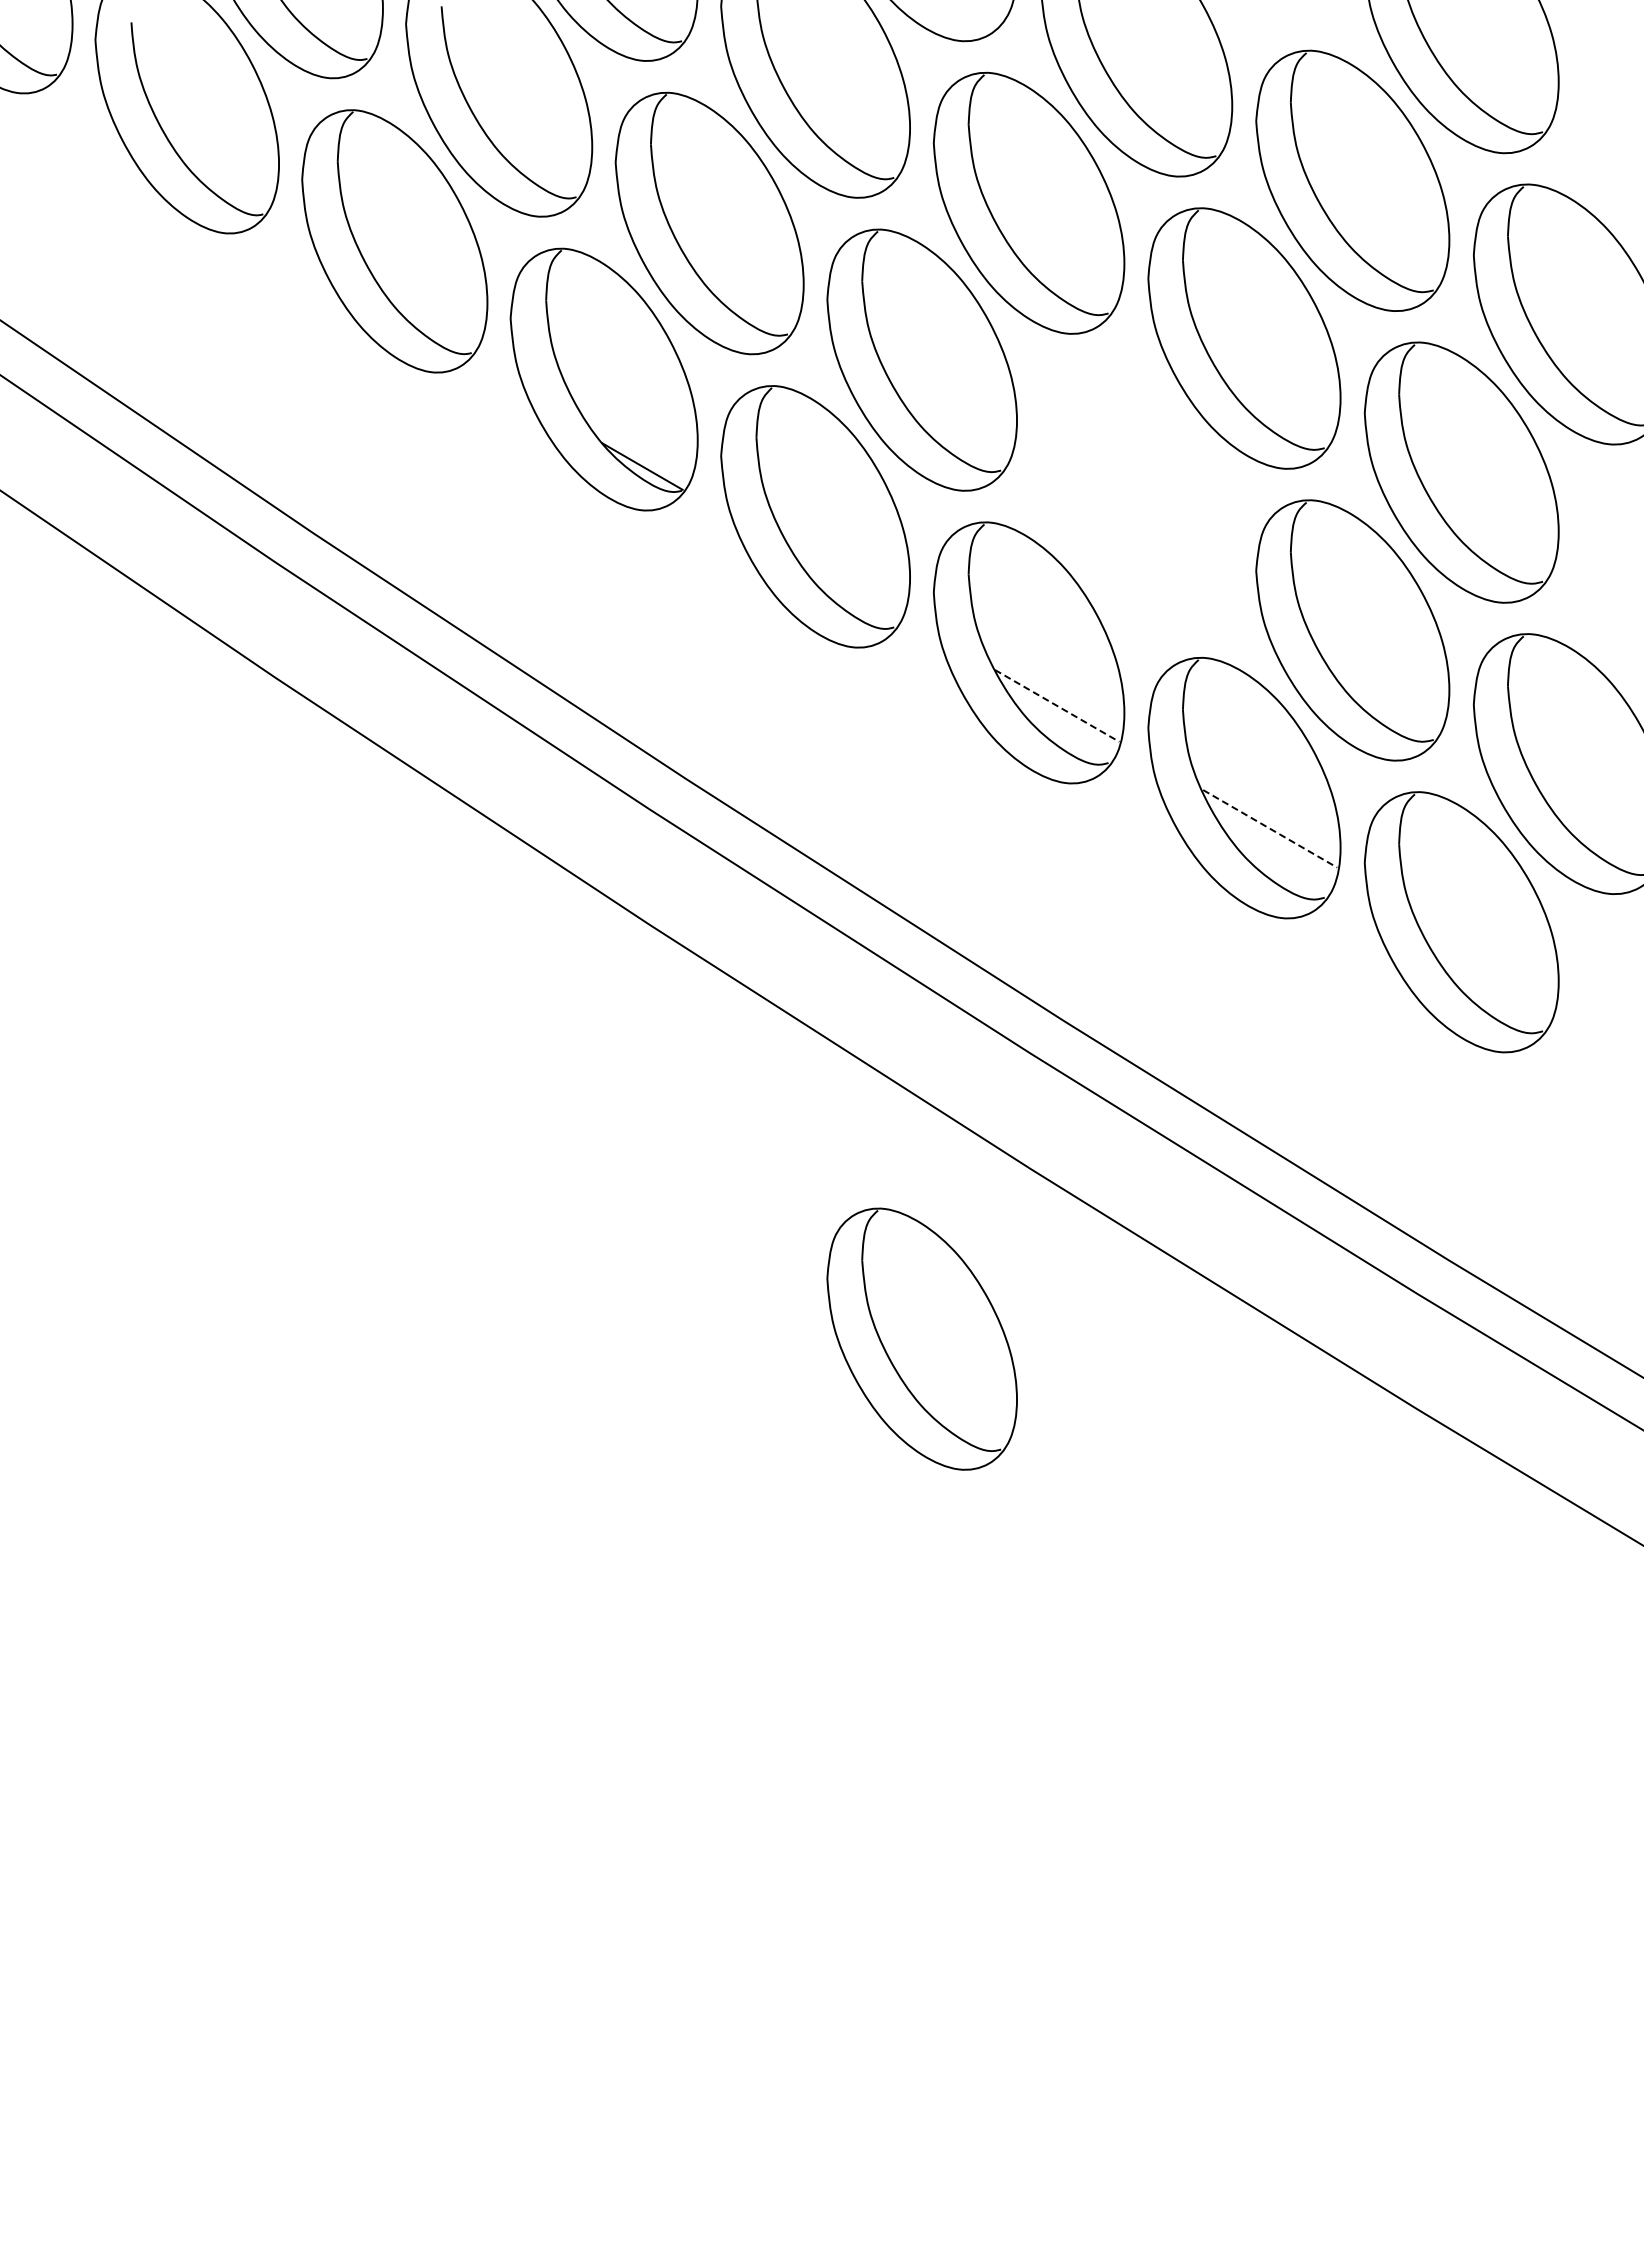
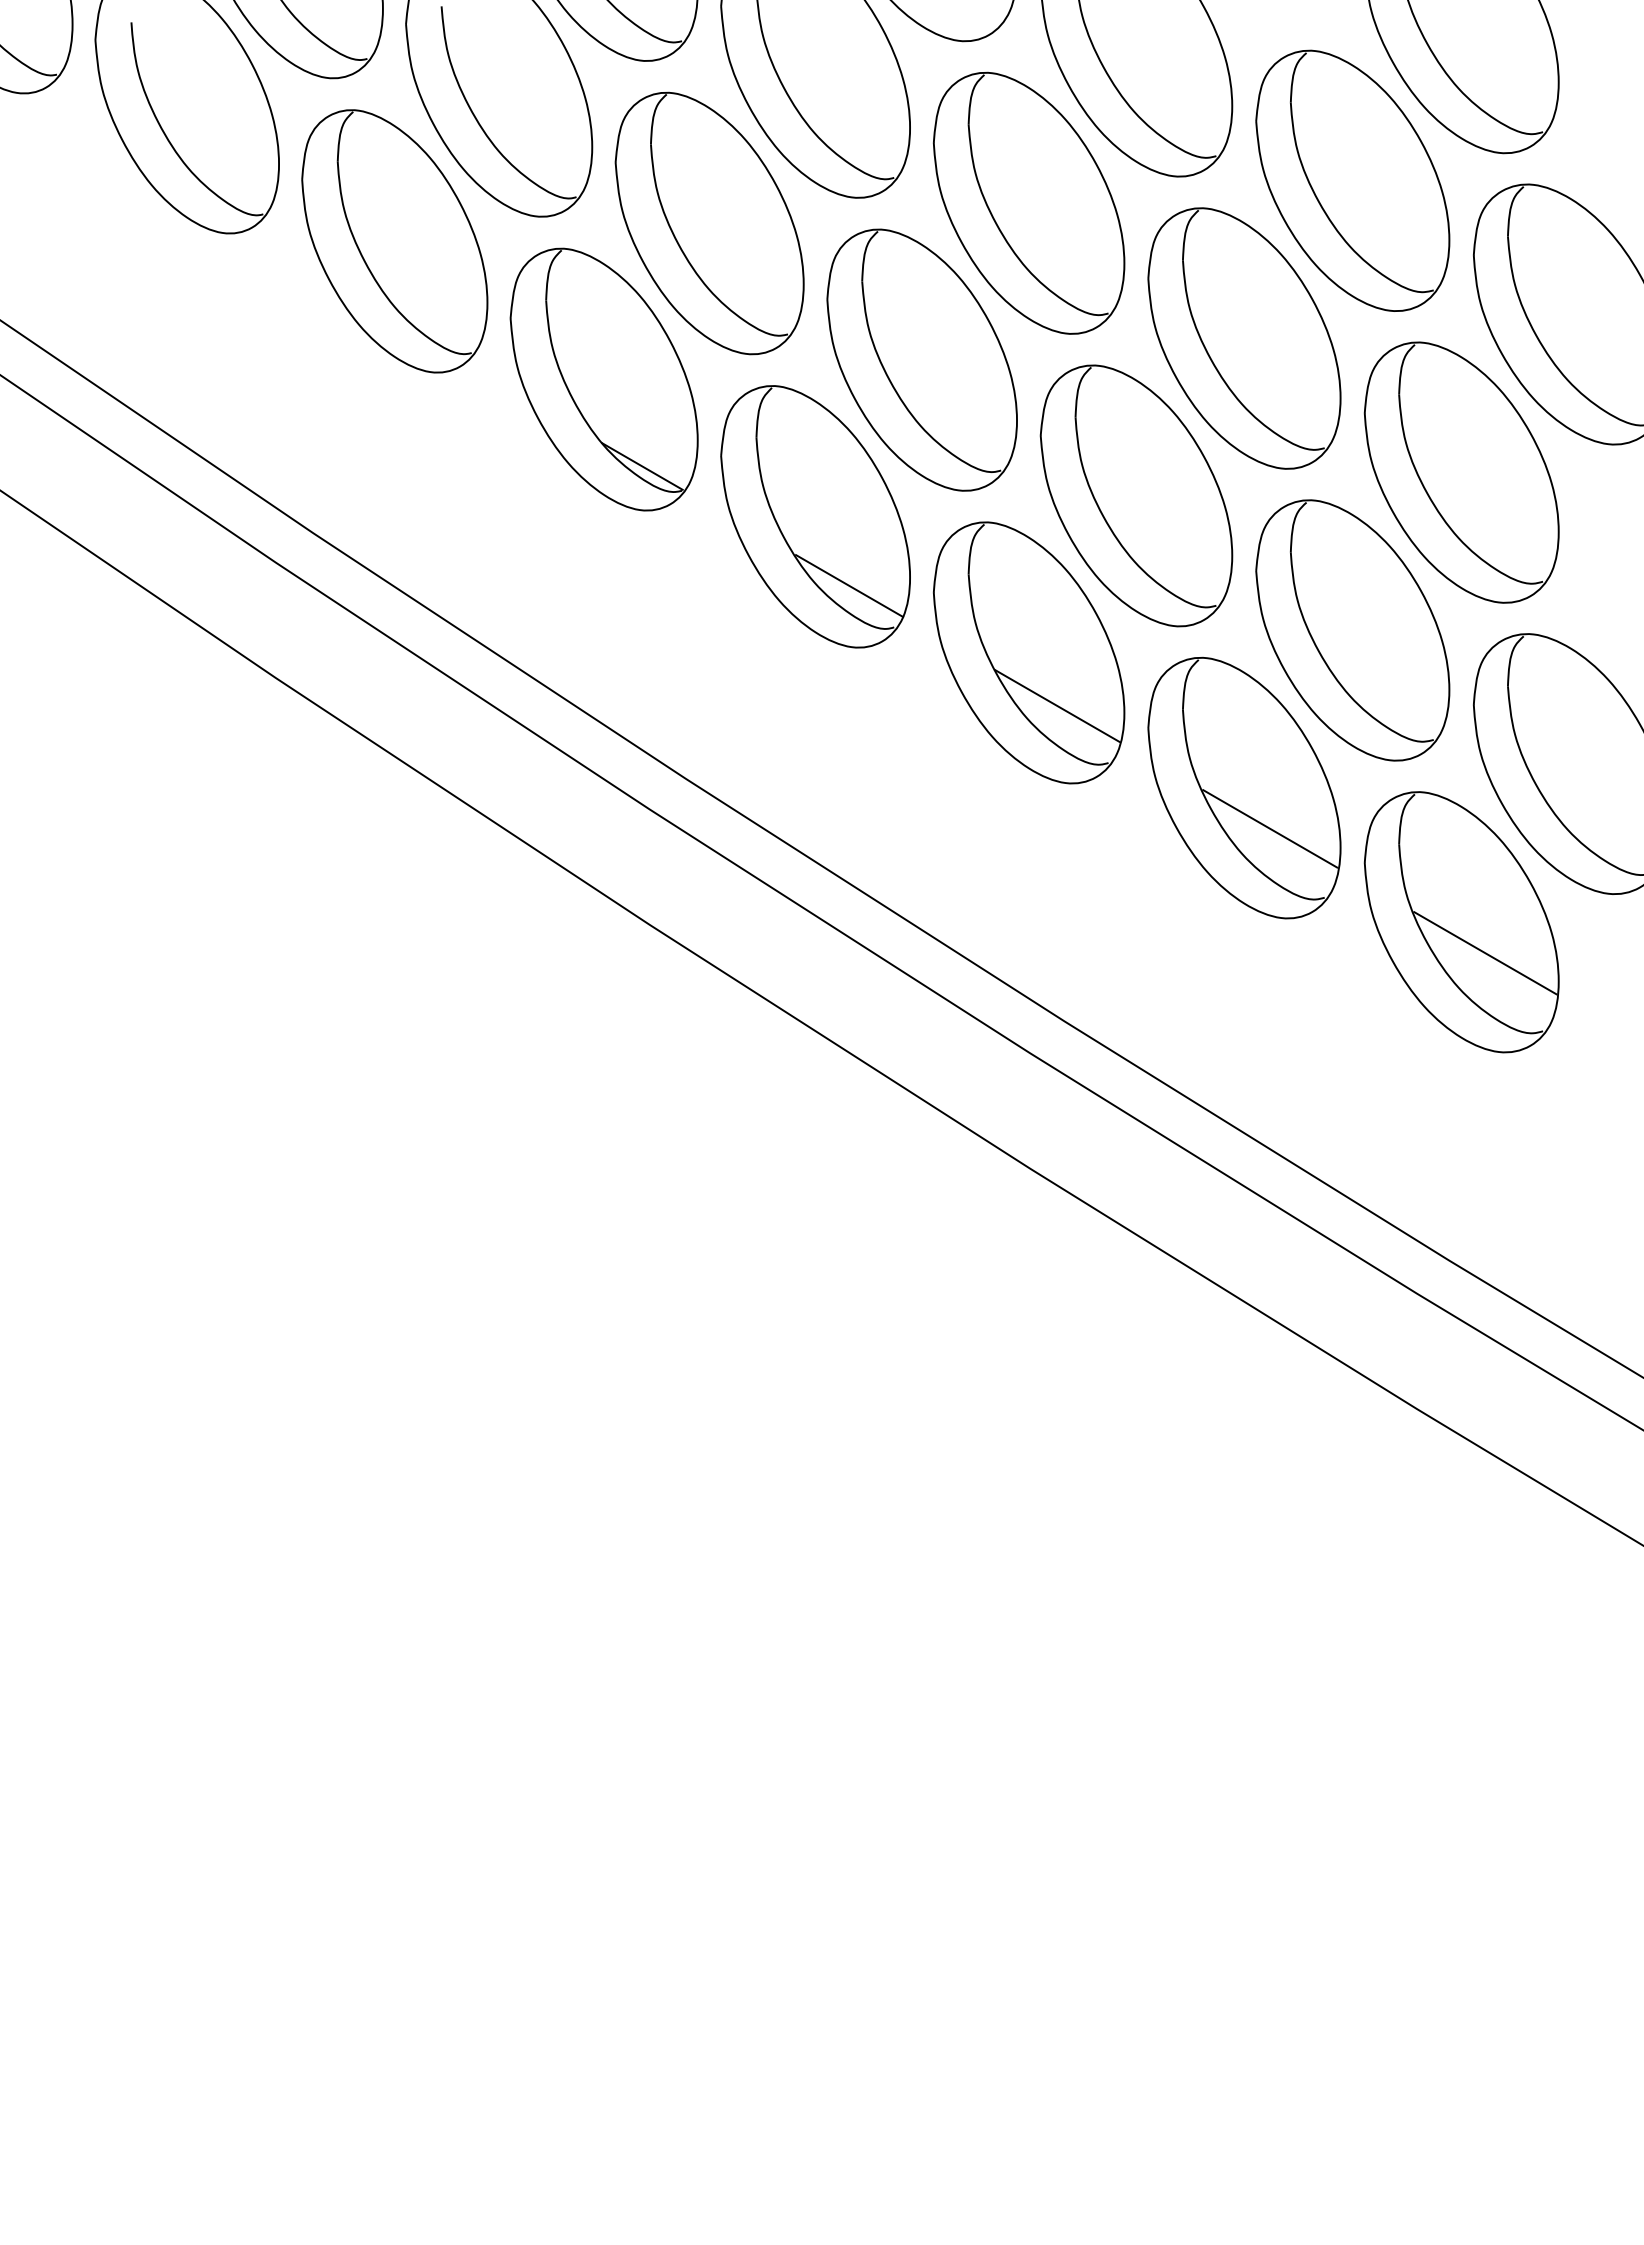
part at (1136, 495): none -> present
line at (849, 586): none -> present
line at (1057, 705): dashed -> solid
line at (1270, 829): dashed -> solid
line at (1485, 953): none -> present
part at (921, 1338): present -> none
